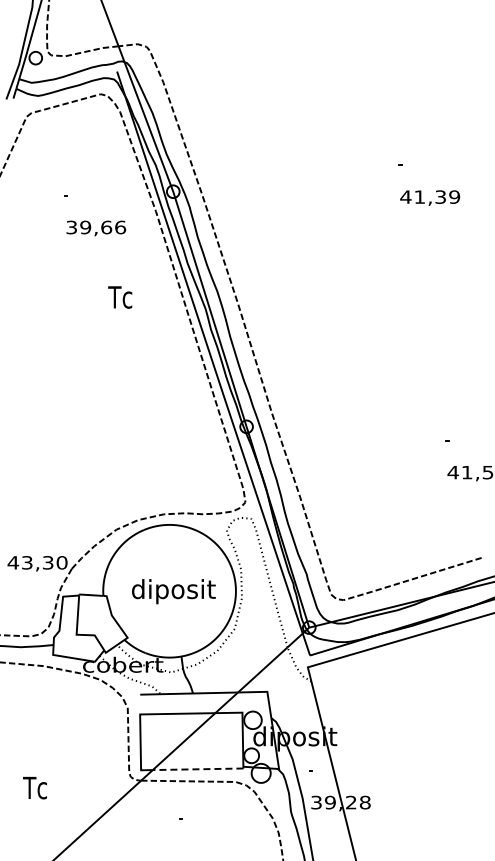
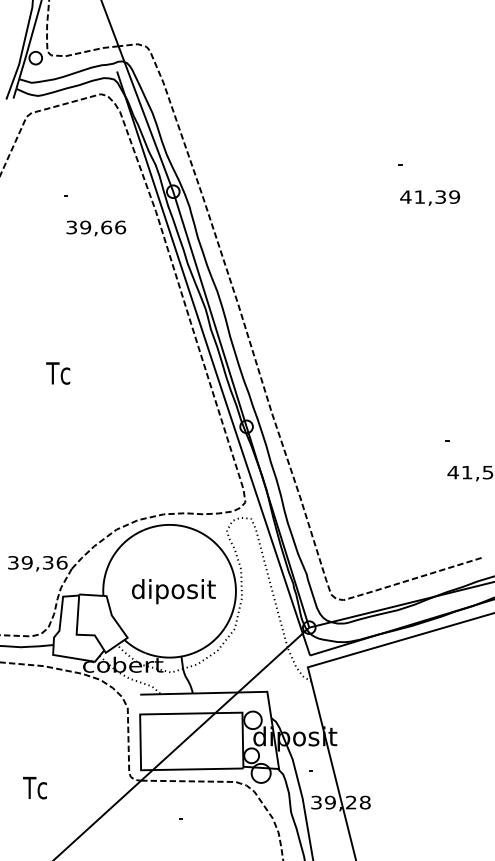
text at (120, 297) position: (120, 297) -> (58, 373)
text at (37, 562): 43,30 -> 39,36
line at (197, 769): dashed -> solid
